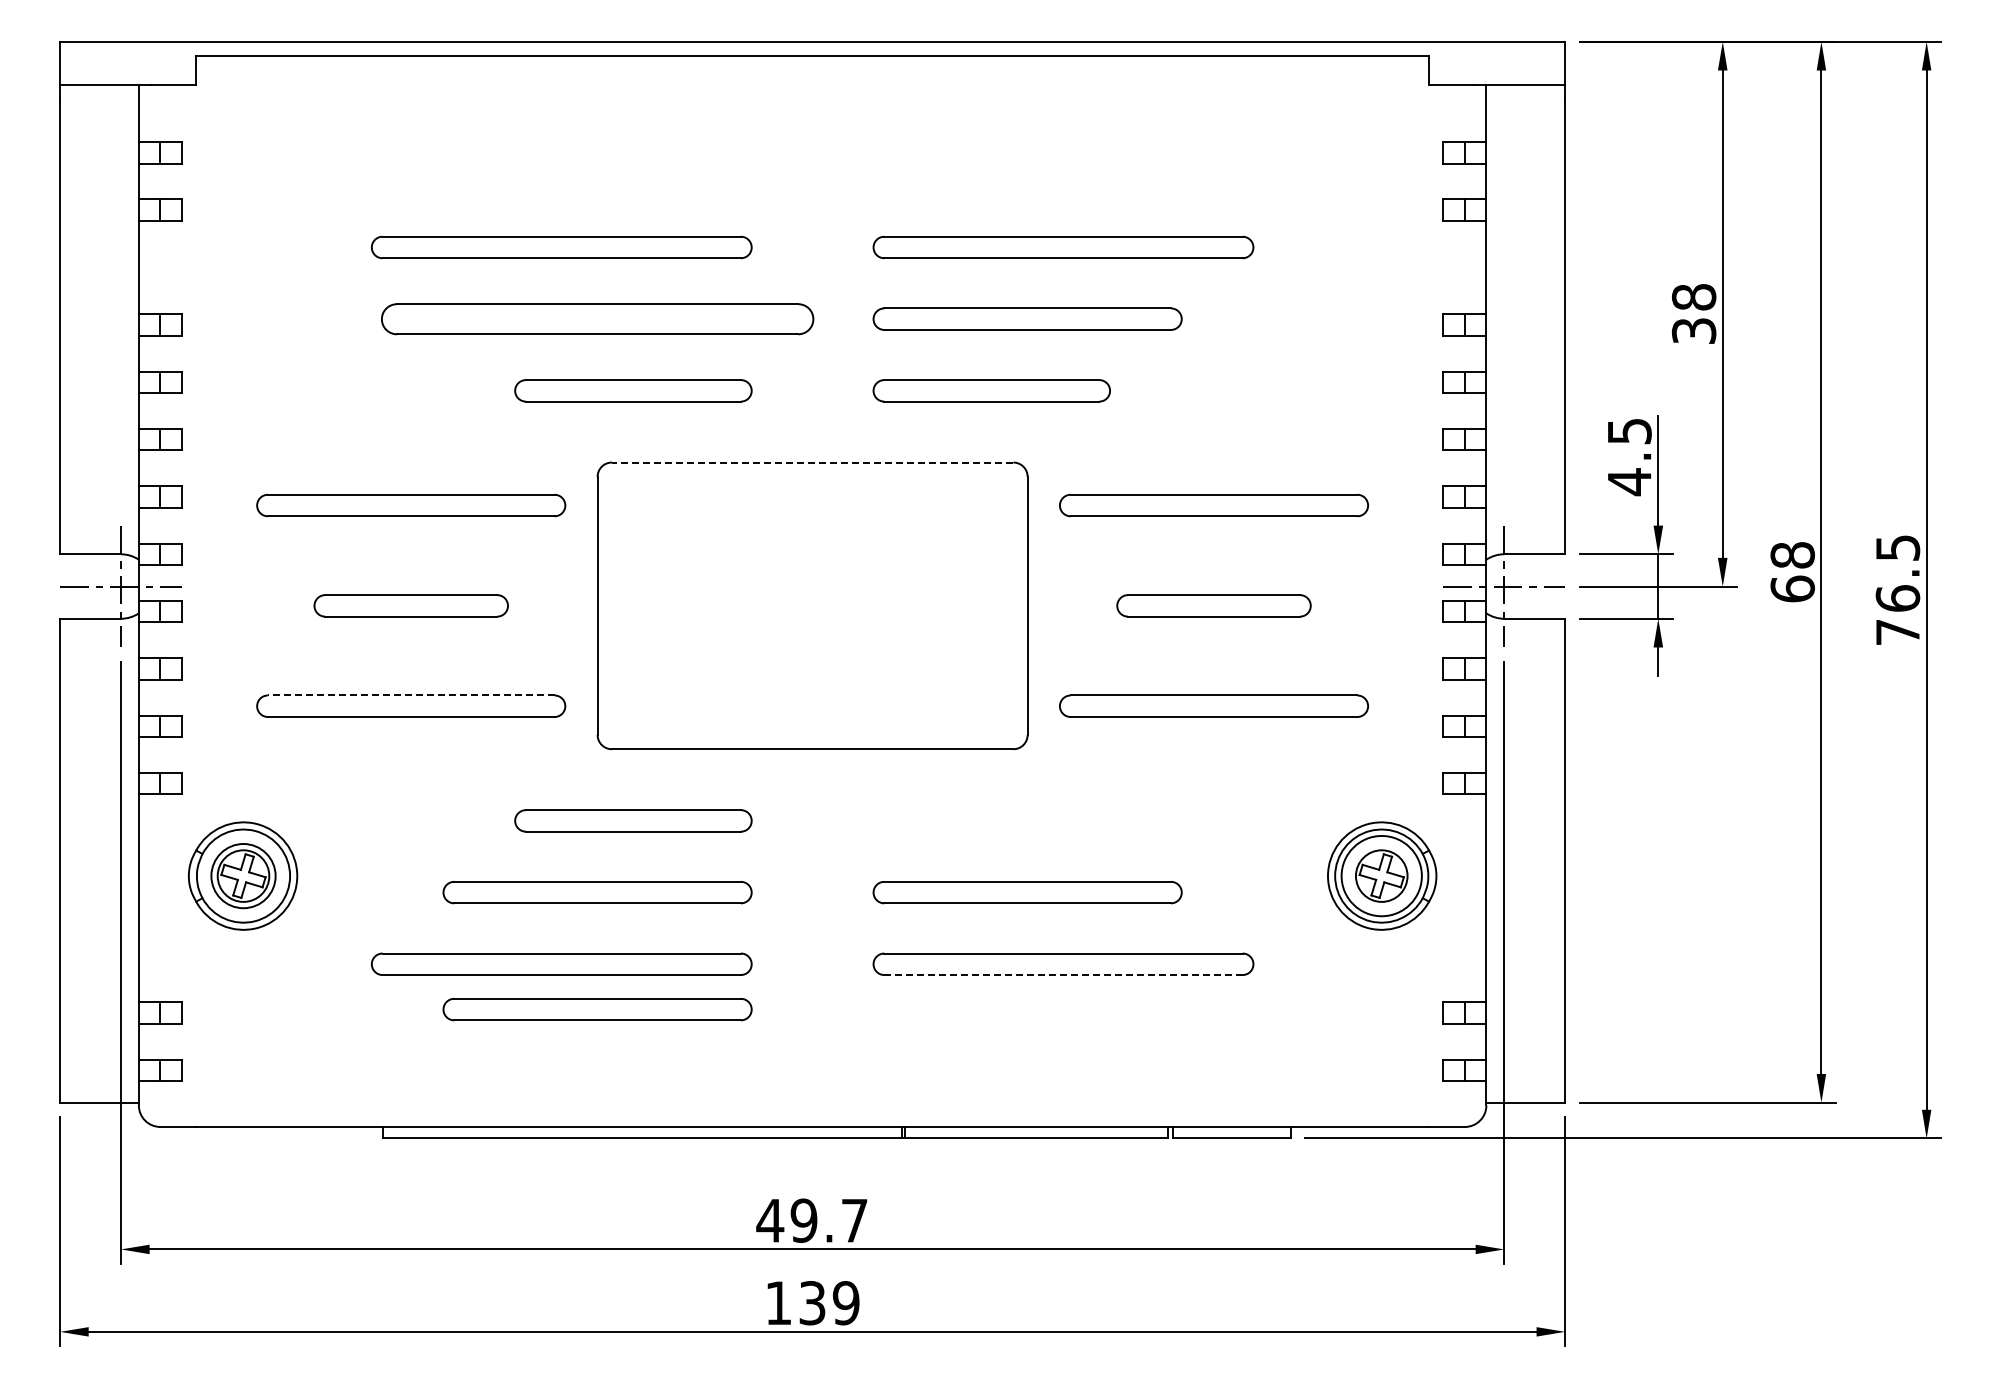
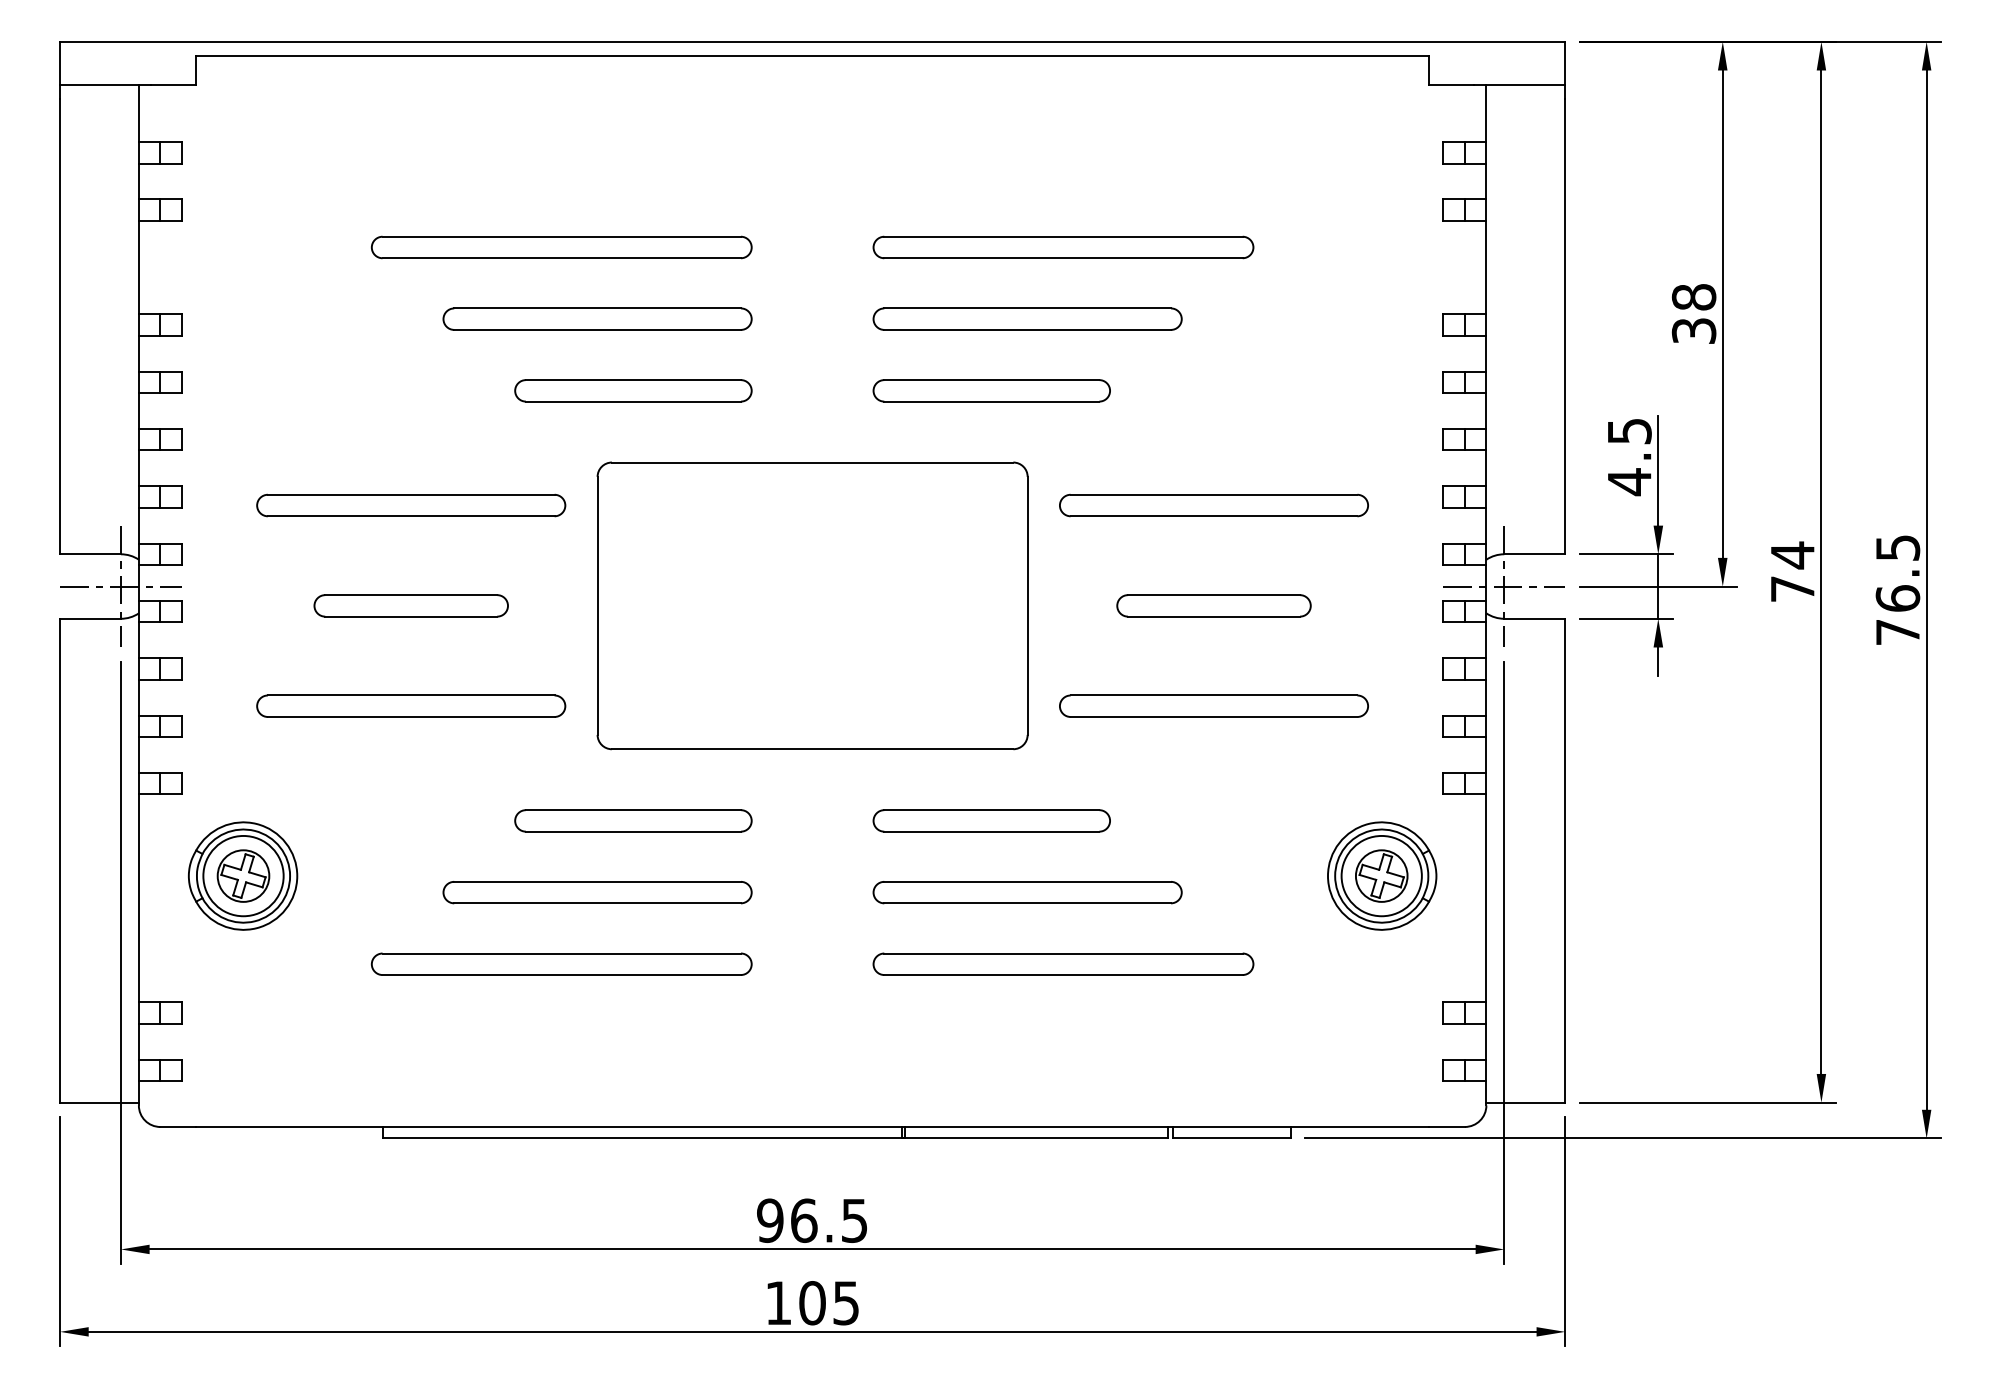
part at (597, 319) size: 434x33 px -> 311x24 px
line at (812, 462): dashed -> solid
text at (1792, 571): 68 -> 74
line at (410, 695): dashed -> solid
part at (991, 820): none -> present
circle at (243, 876) diameter: 64 px -> 80 px
line at (1064, 975): dashed -> solid
part at (597, 1009): present -> none
text at (811, 1220): 49.7 -> 96.5
text at (829, 1303): 139 -> 105
